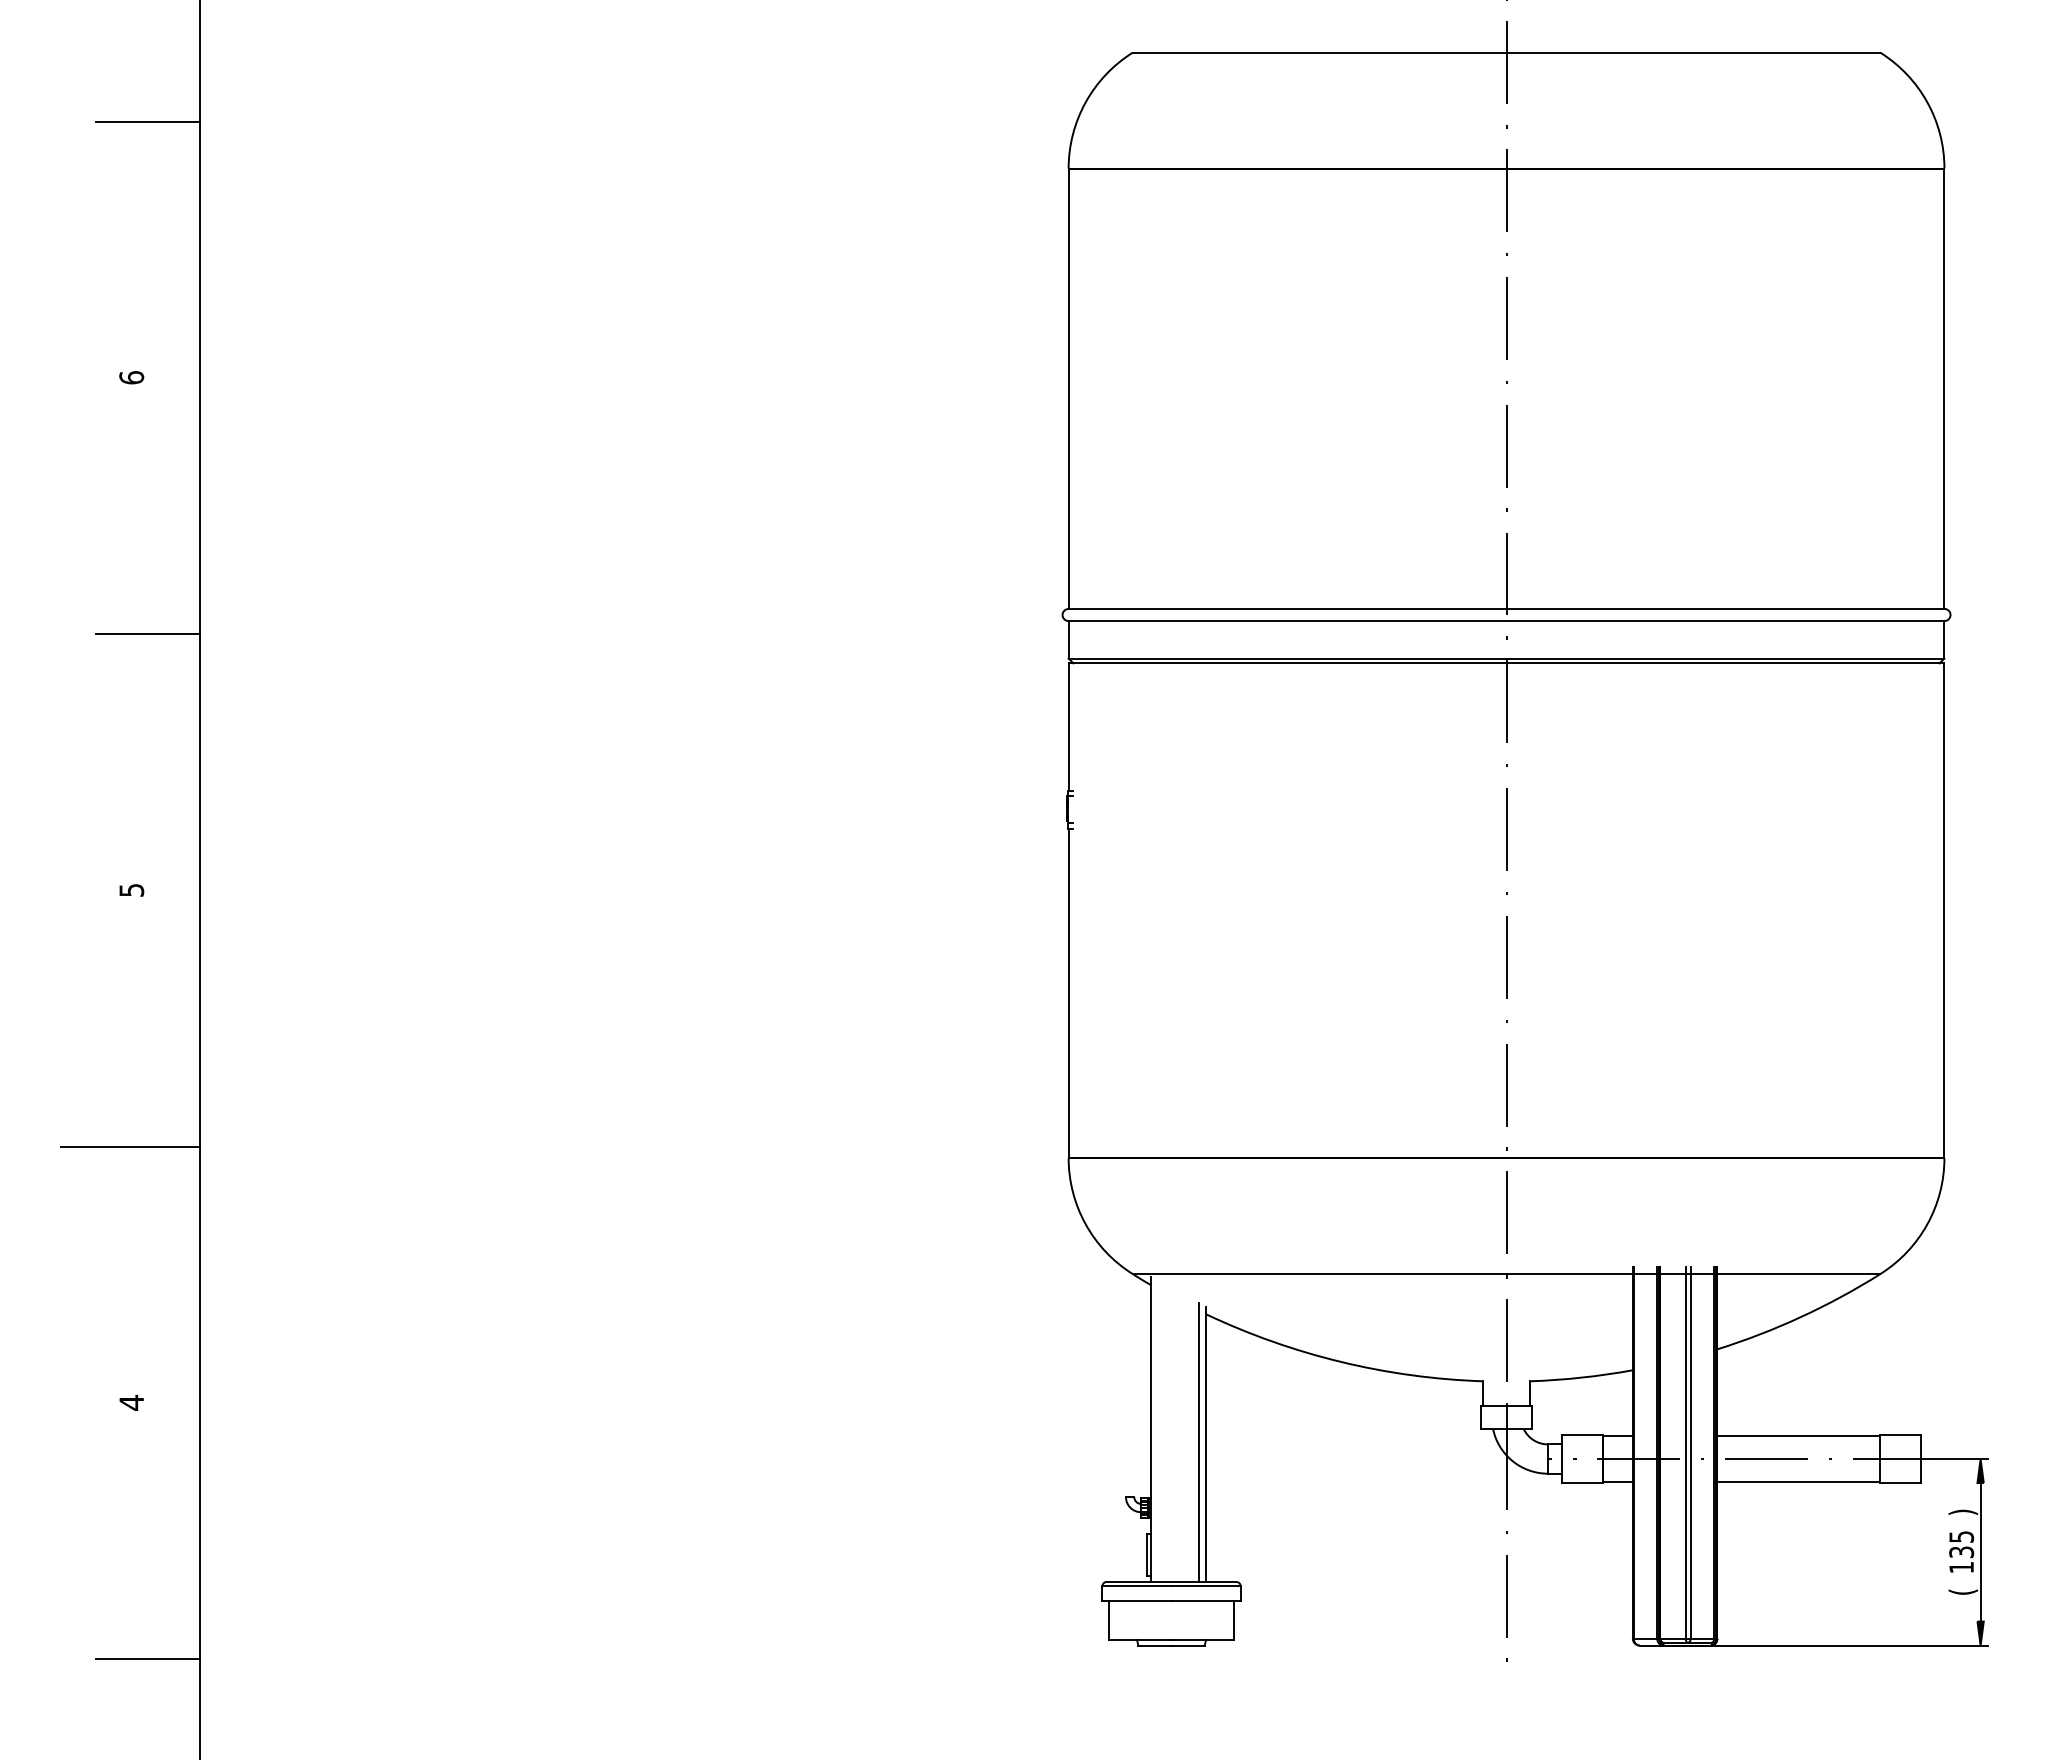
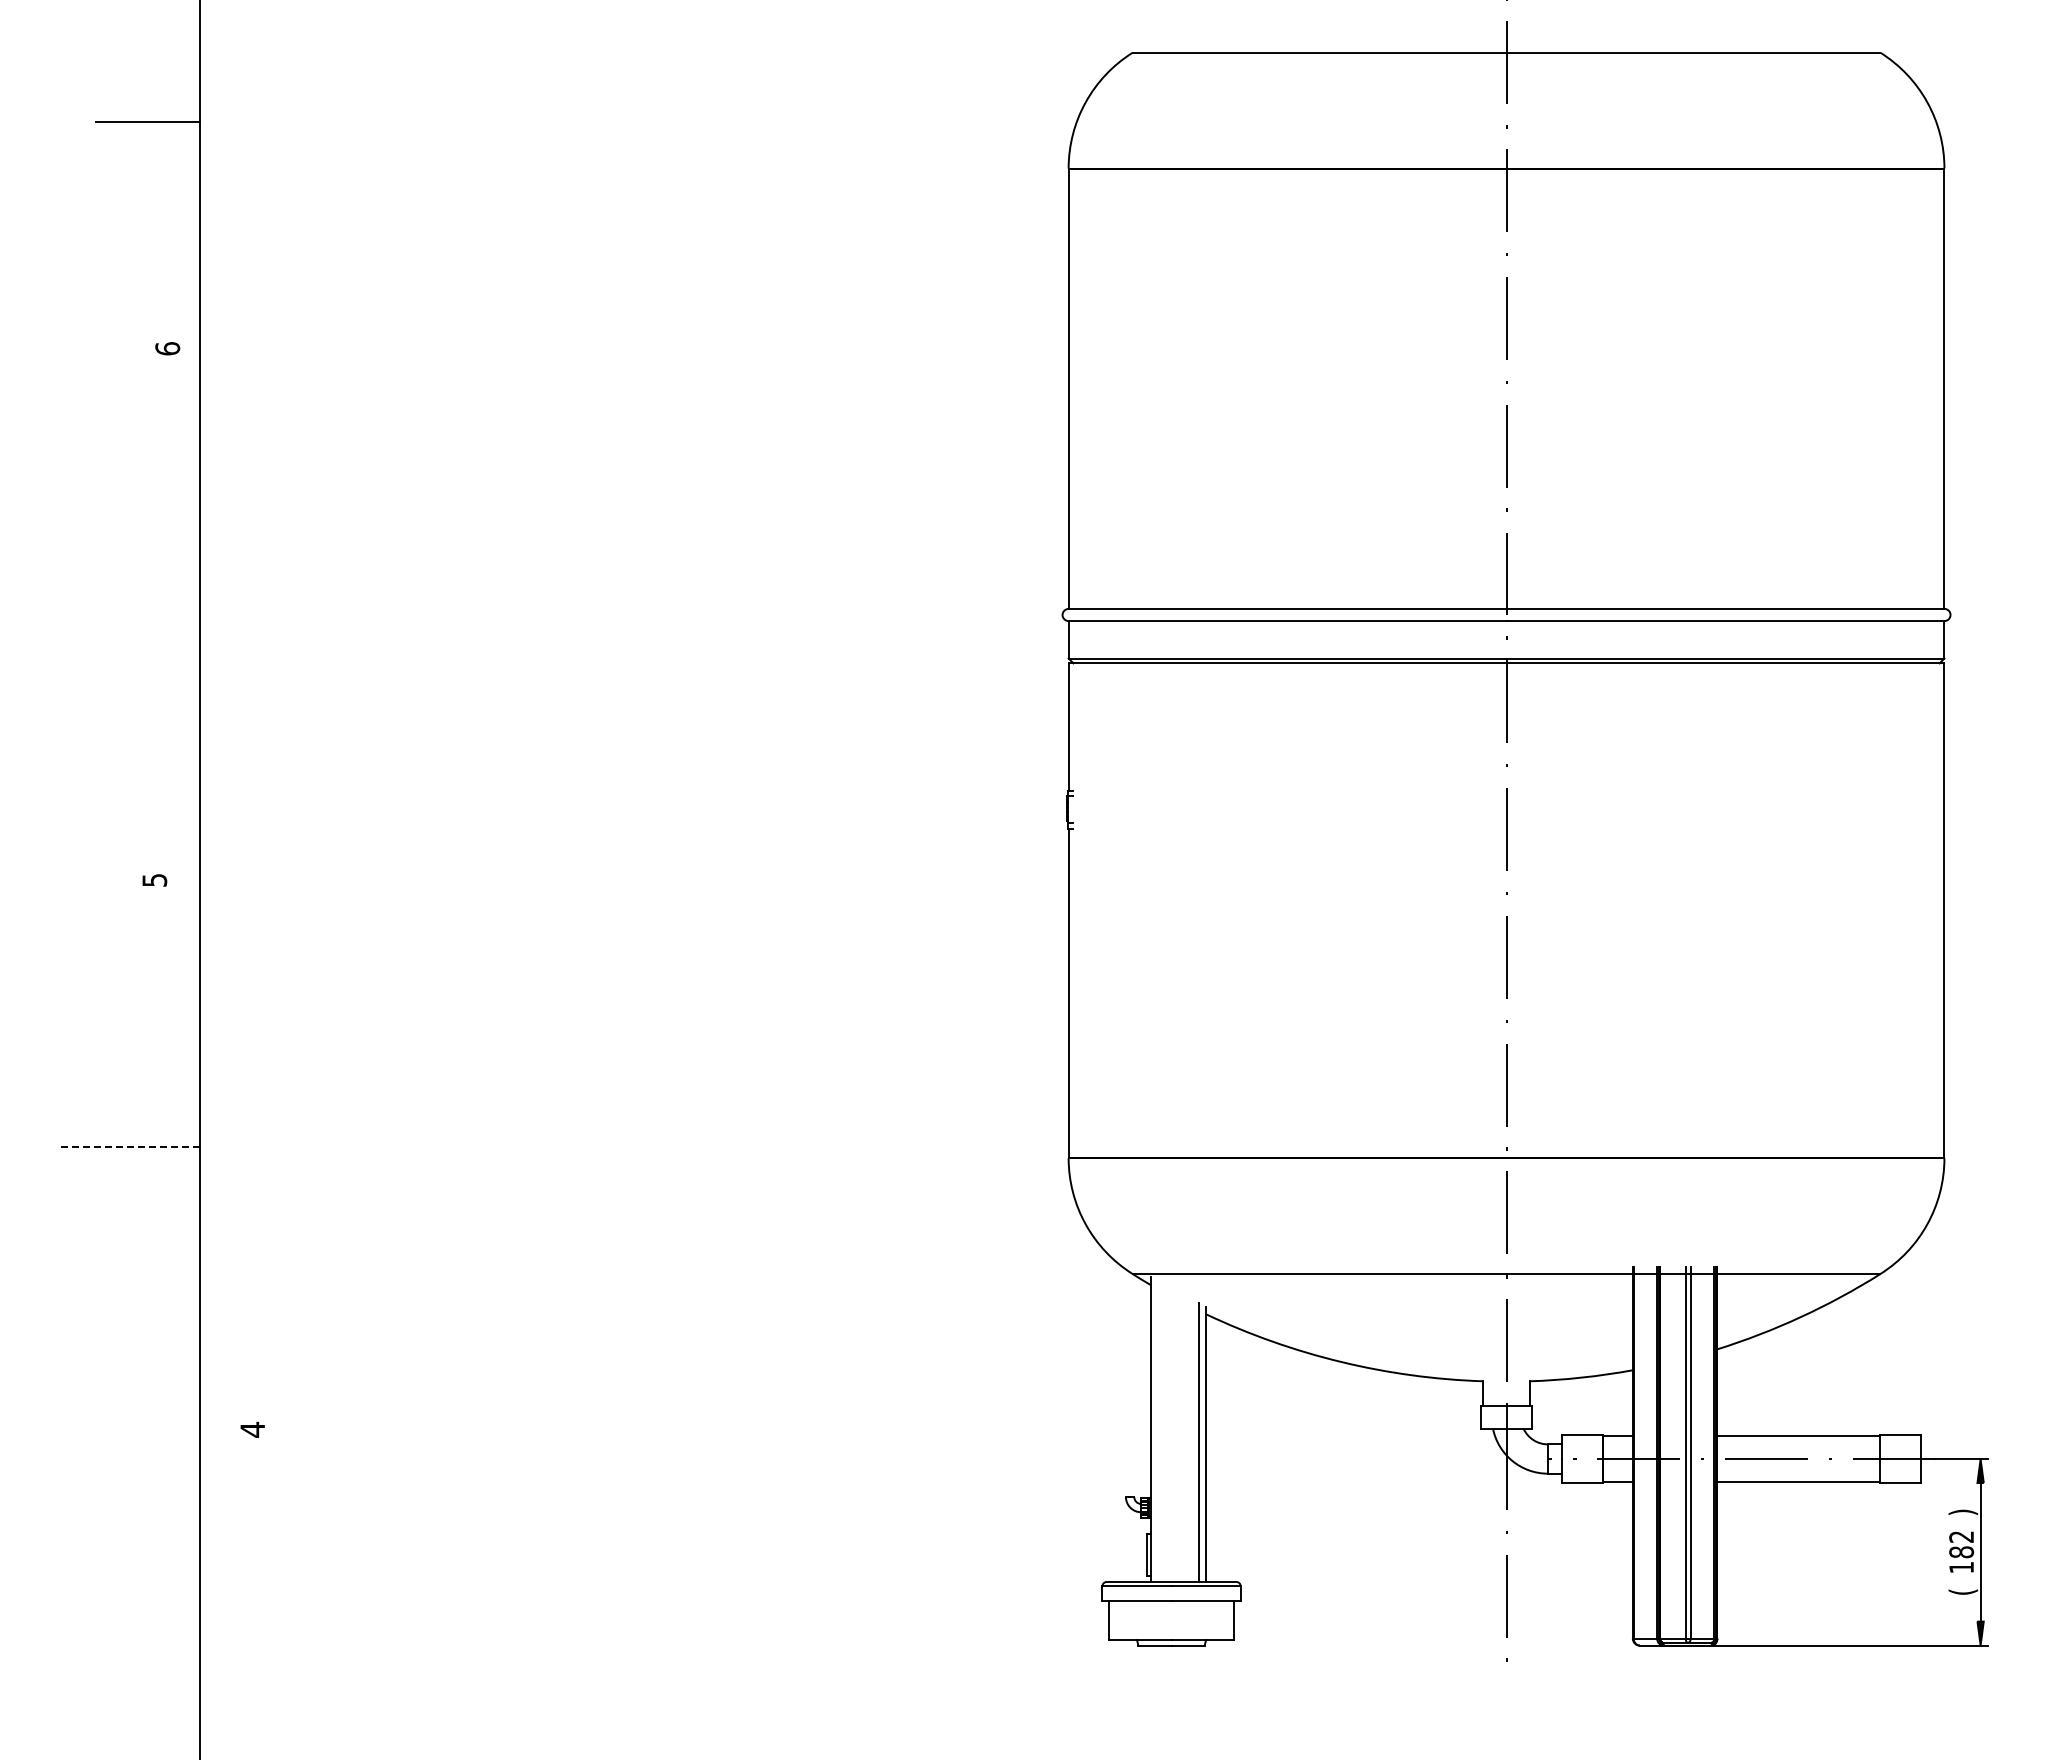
text at (131, 377) position: (131, 377) -> (167, 348)
line at (147, 634): present -> none
text at (131, 890) position: (131, 890) -> (154, 880)
line at (130, 1146): solid -> dashed
text at (131, 1402) position: (131, 1402) -> (252, 1429)
text at (1961, 1544): 135 -> 182
line at (147, 1659): present -> none
